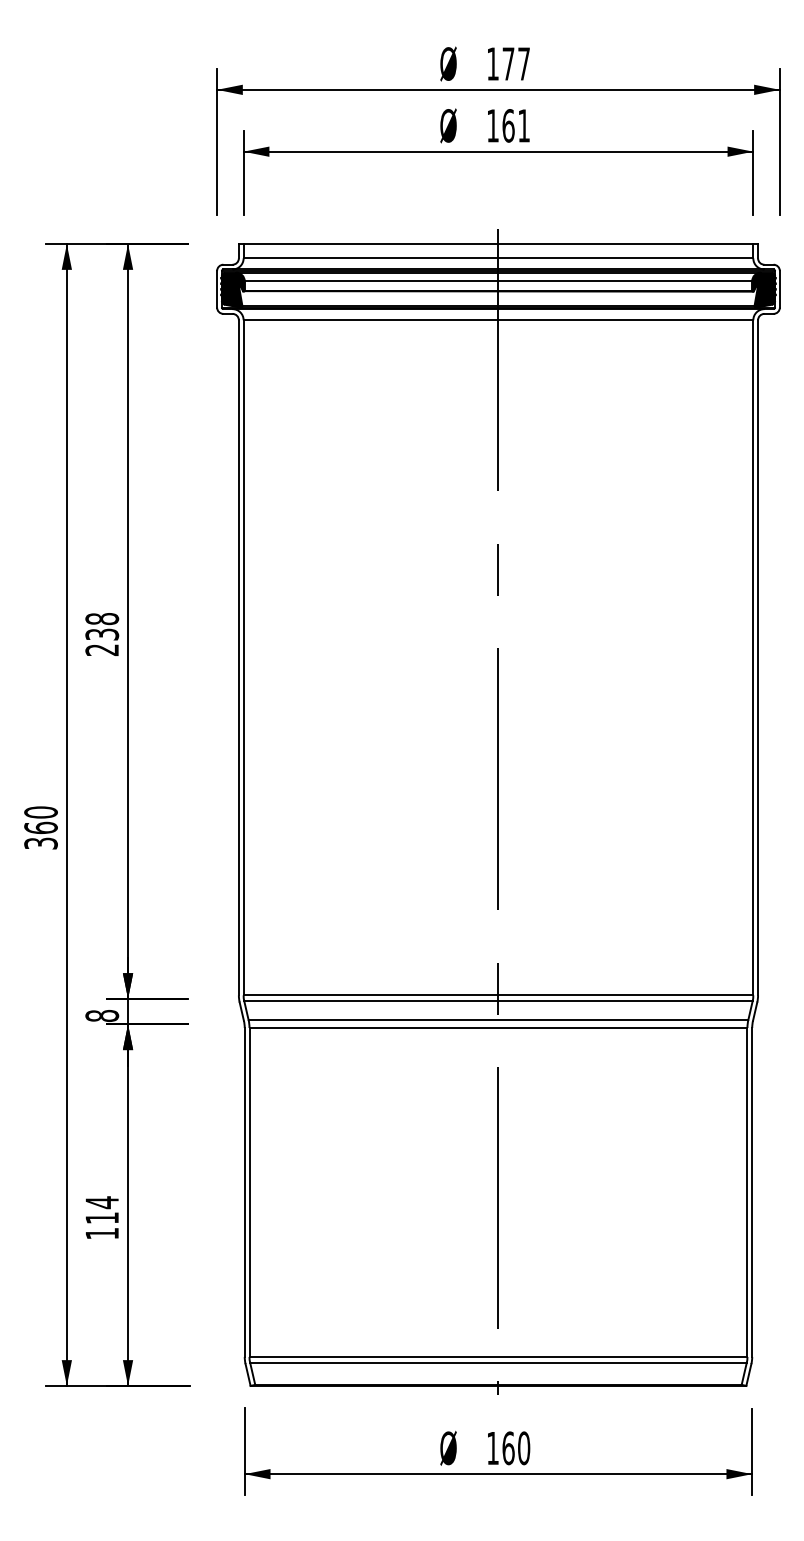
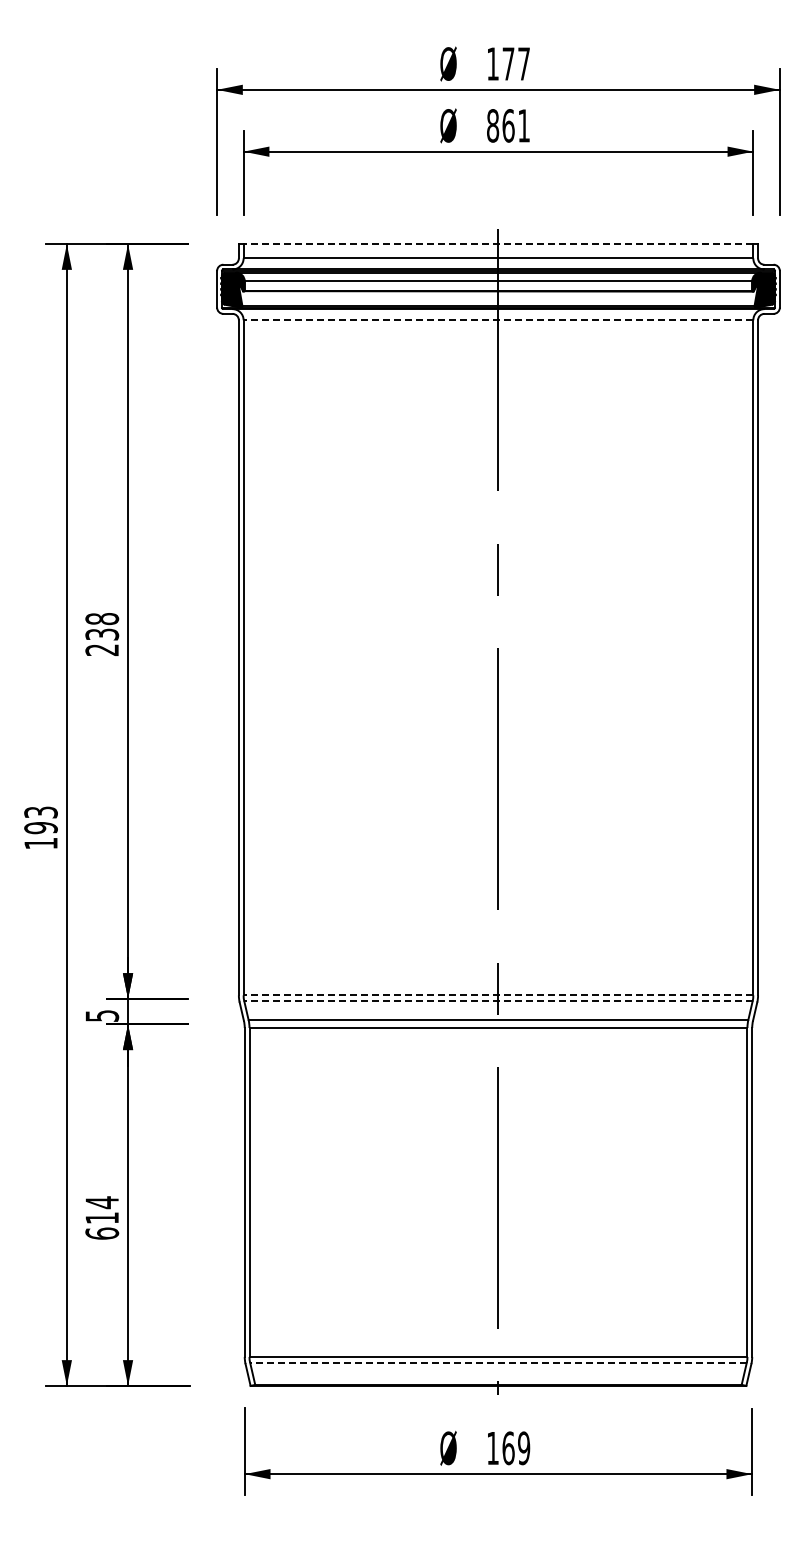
text at (493, 125): 161 -> 861
line at (498, 244): solid -> dashed
line at (498, 320): solid -> dashed
text at (40, 827): 360 -> 193
line at (498, 995): solid -> dashed
line at (497, 1001): solid -> dashed
text at (102, 1015): 8 -> 5
text at (102, 1233): 114 -> 614
line at (497, 1362): solid -> dashed
text at (524, 1448): 160 -> 169
